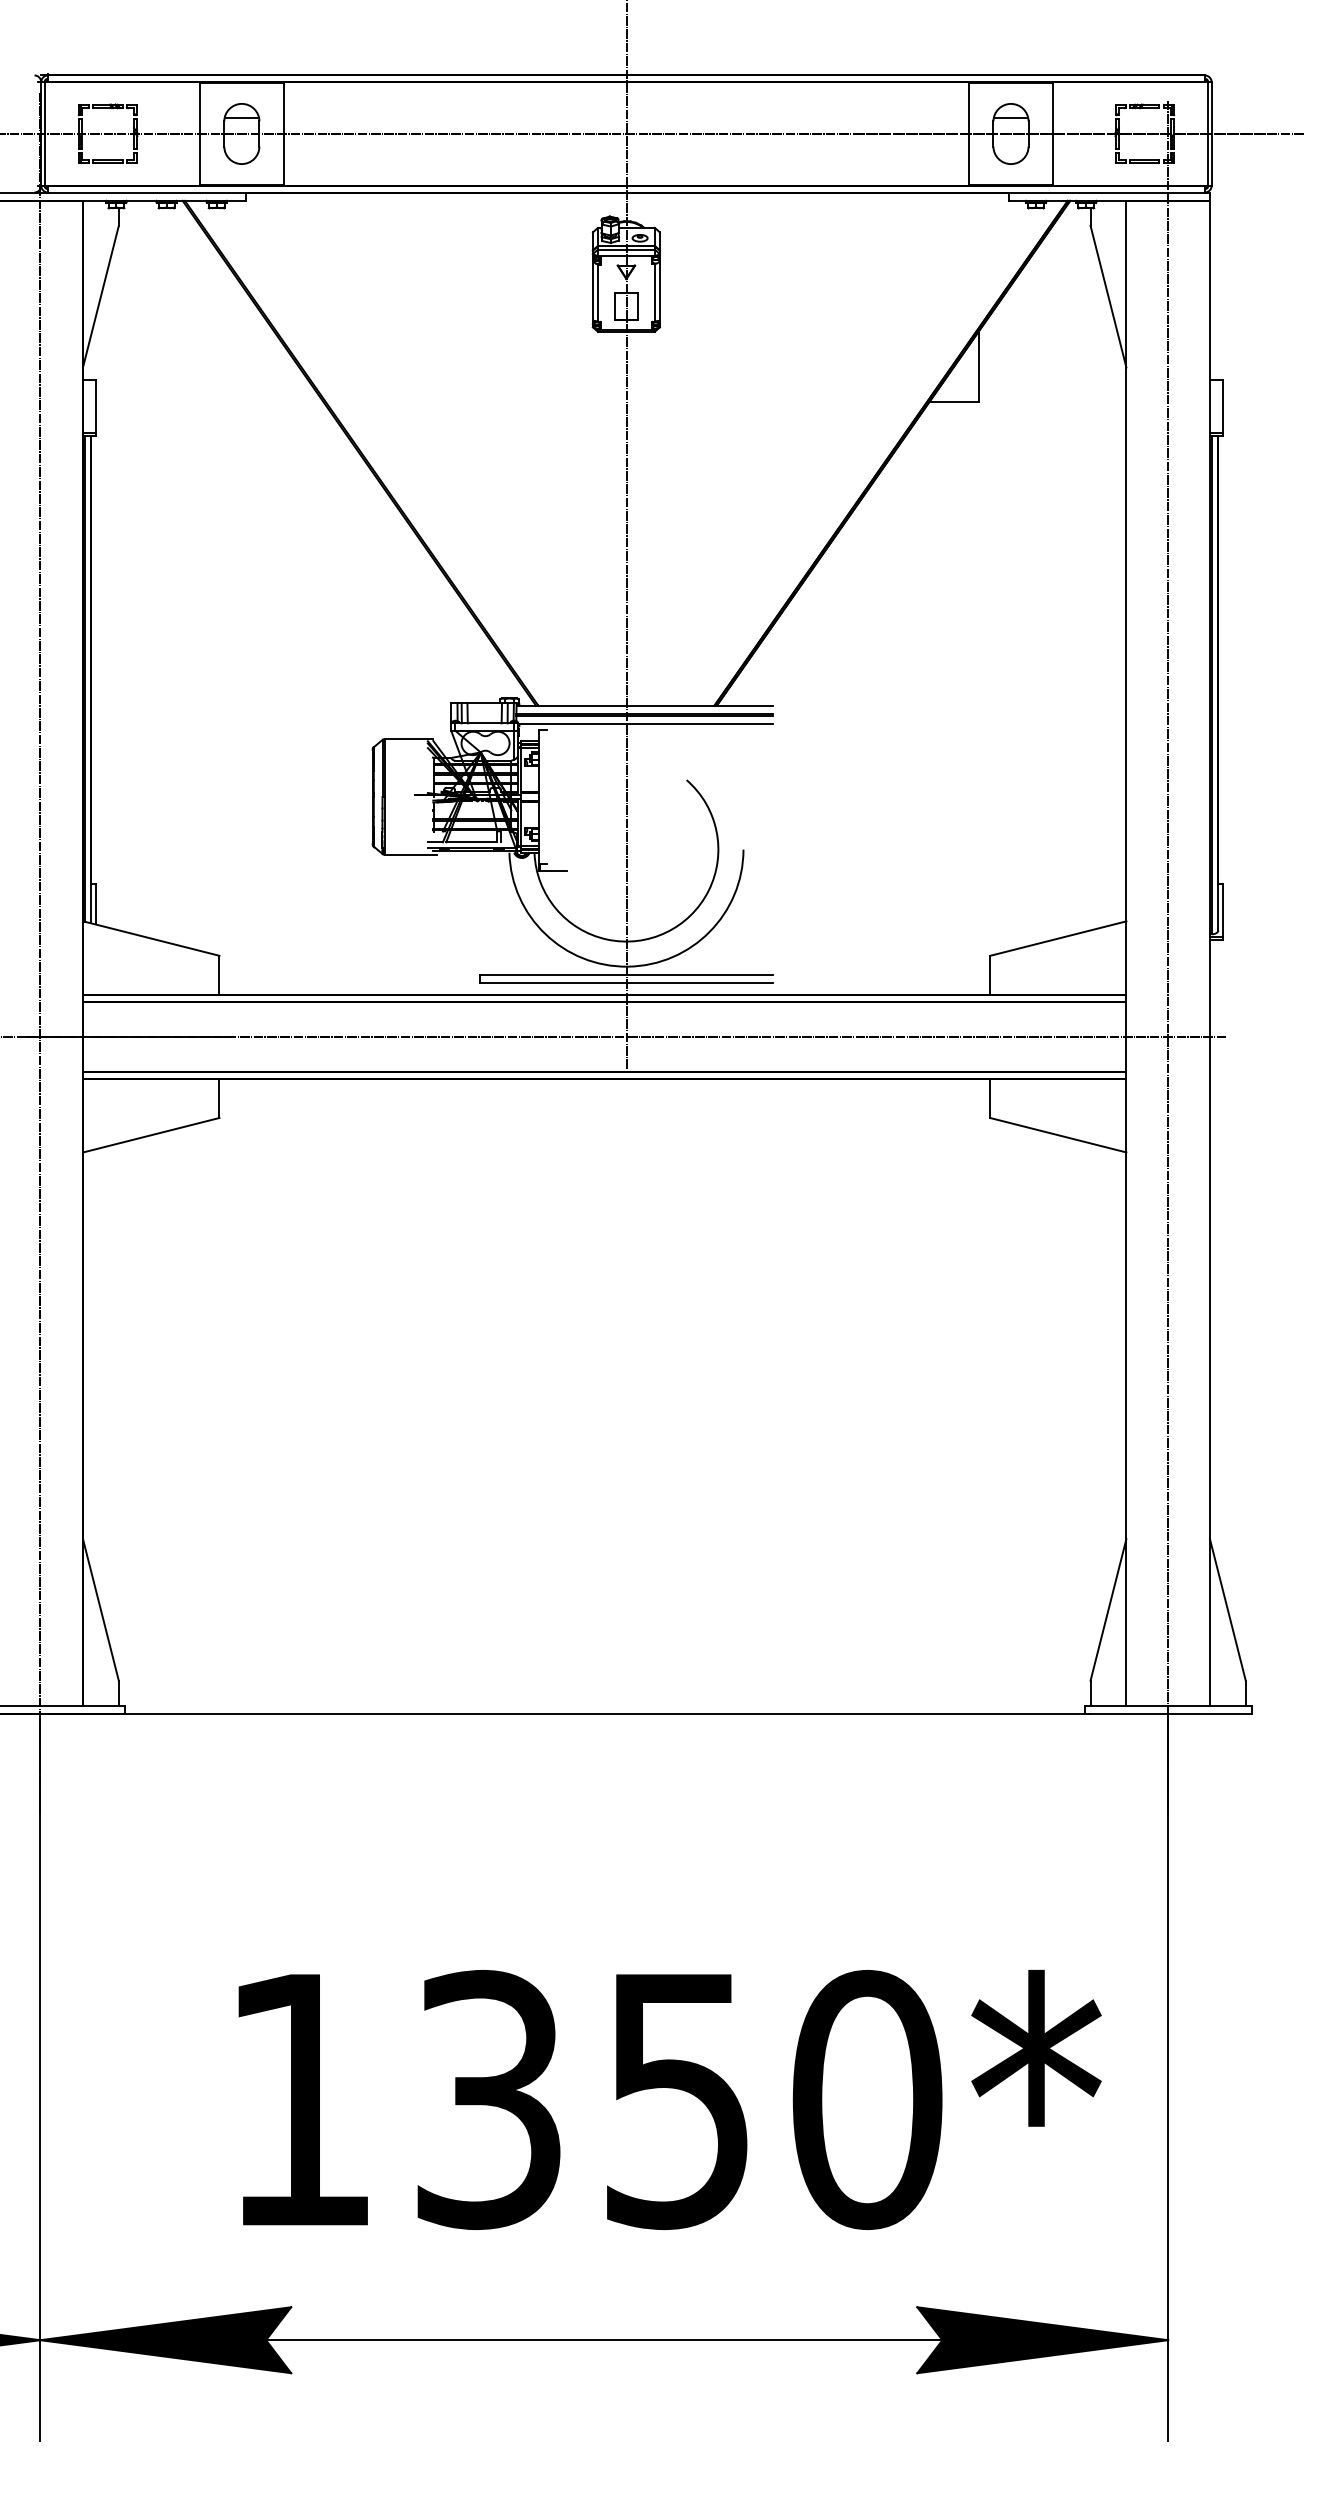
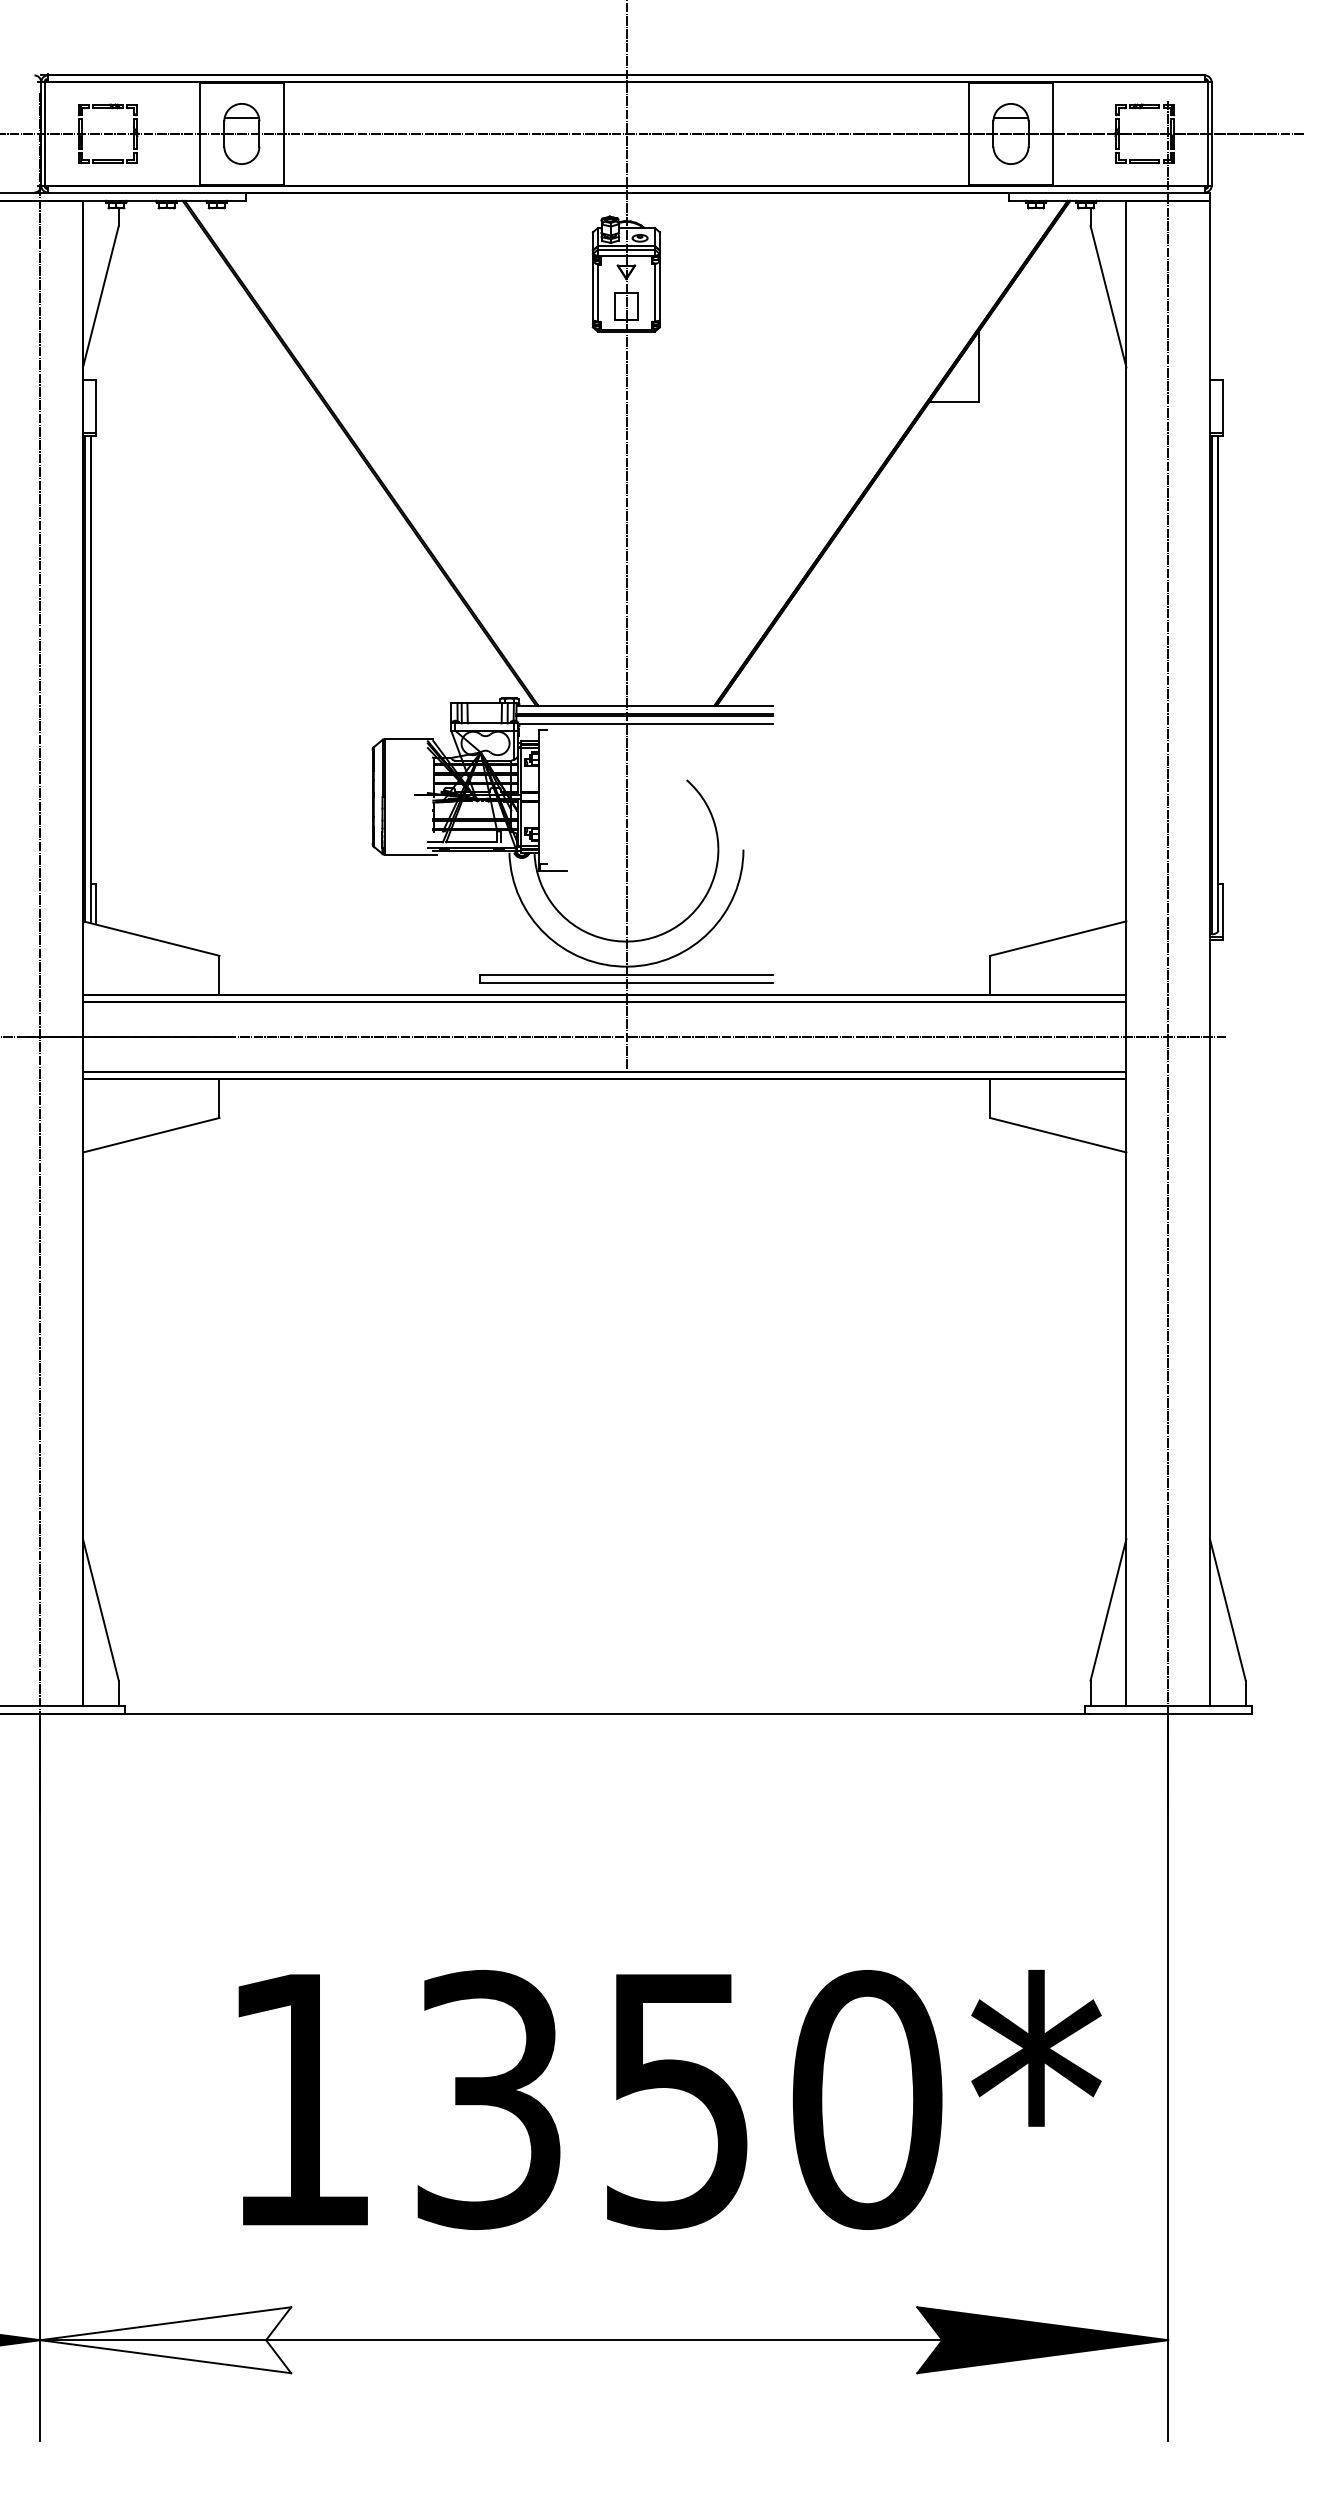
fill at (165, 2340): present -> none
